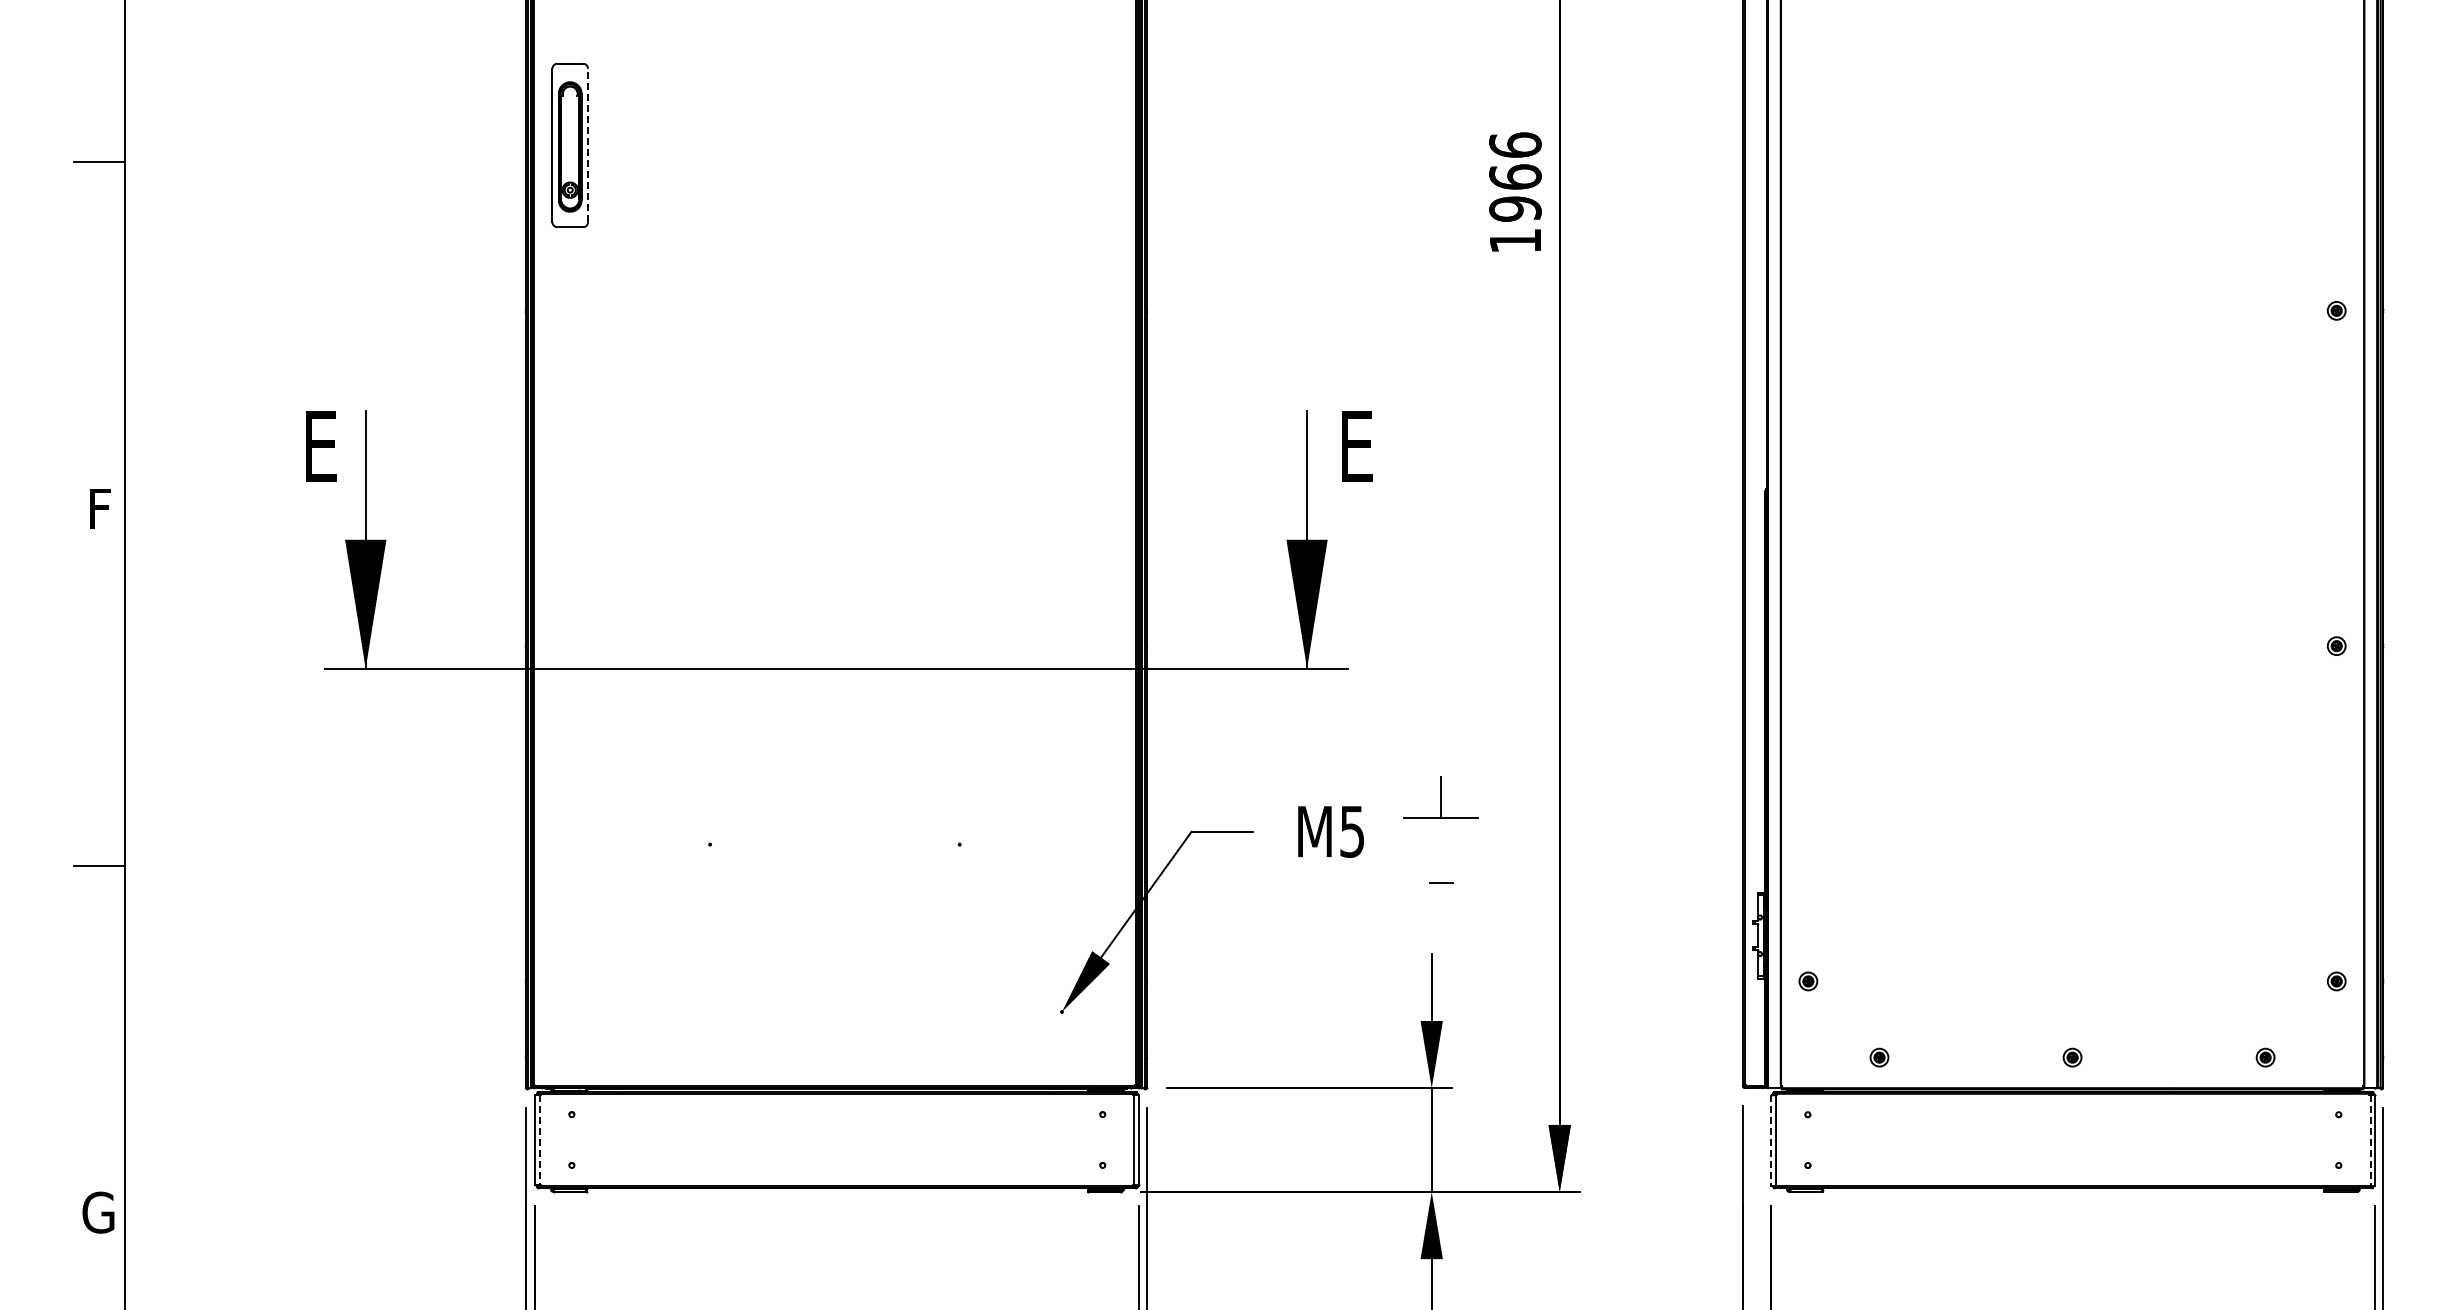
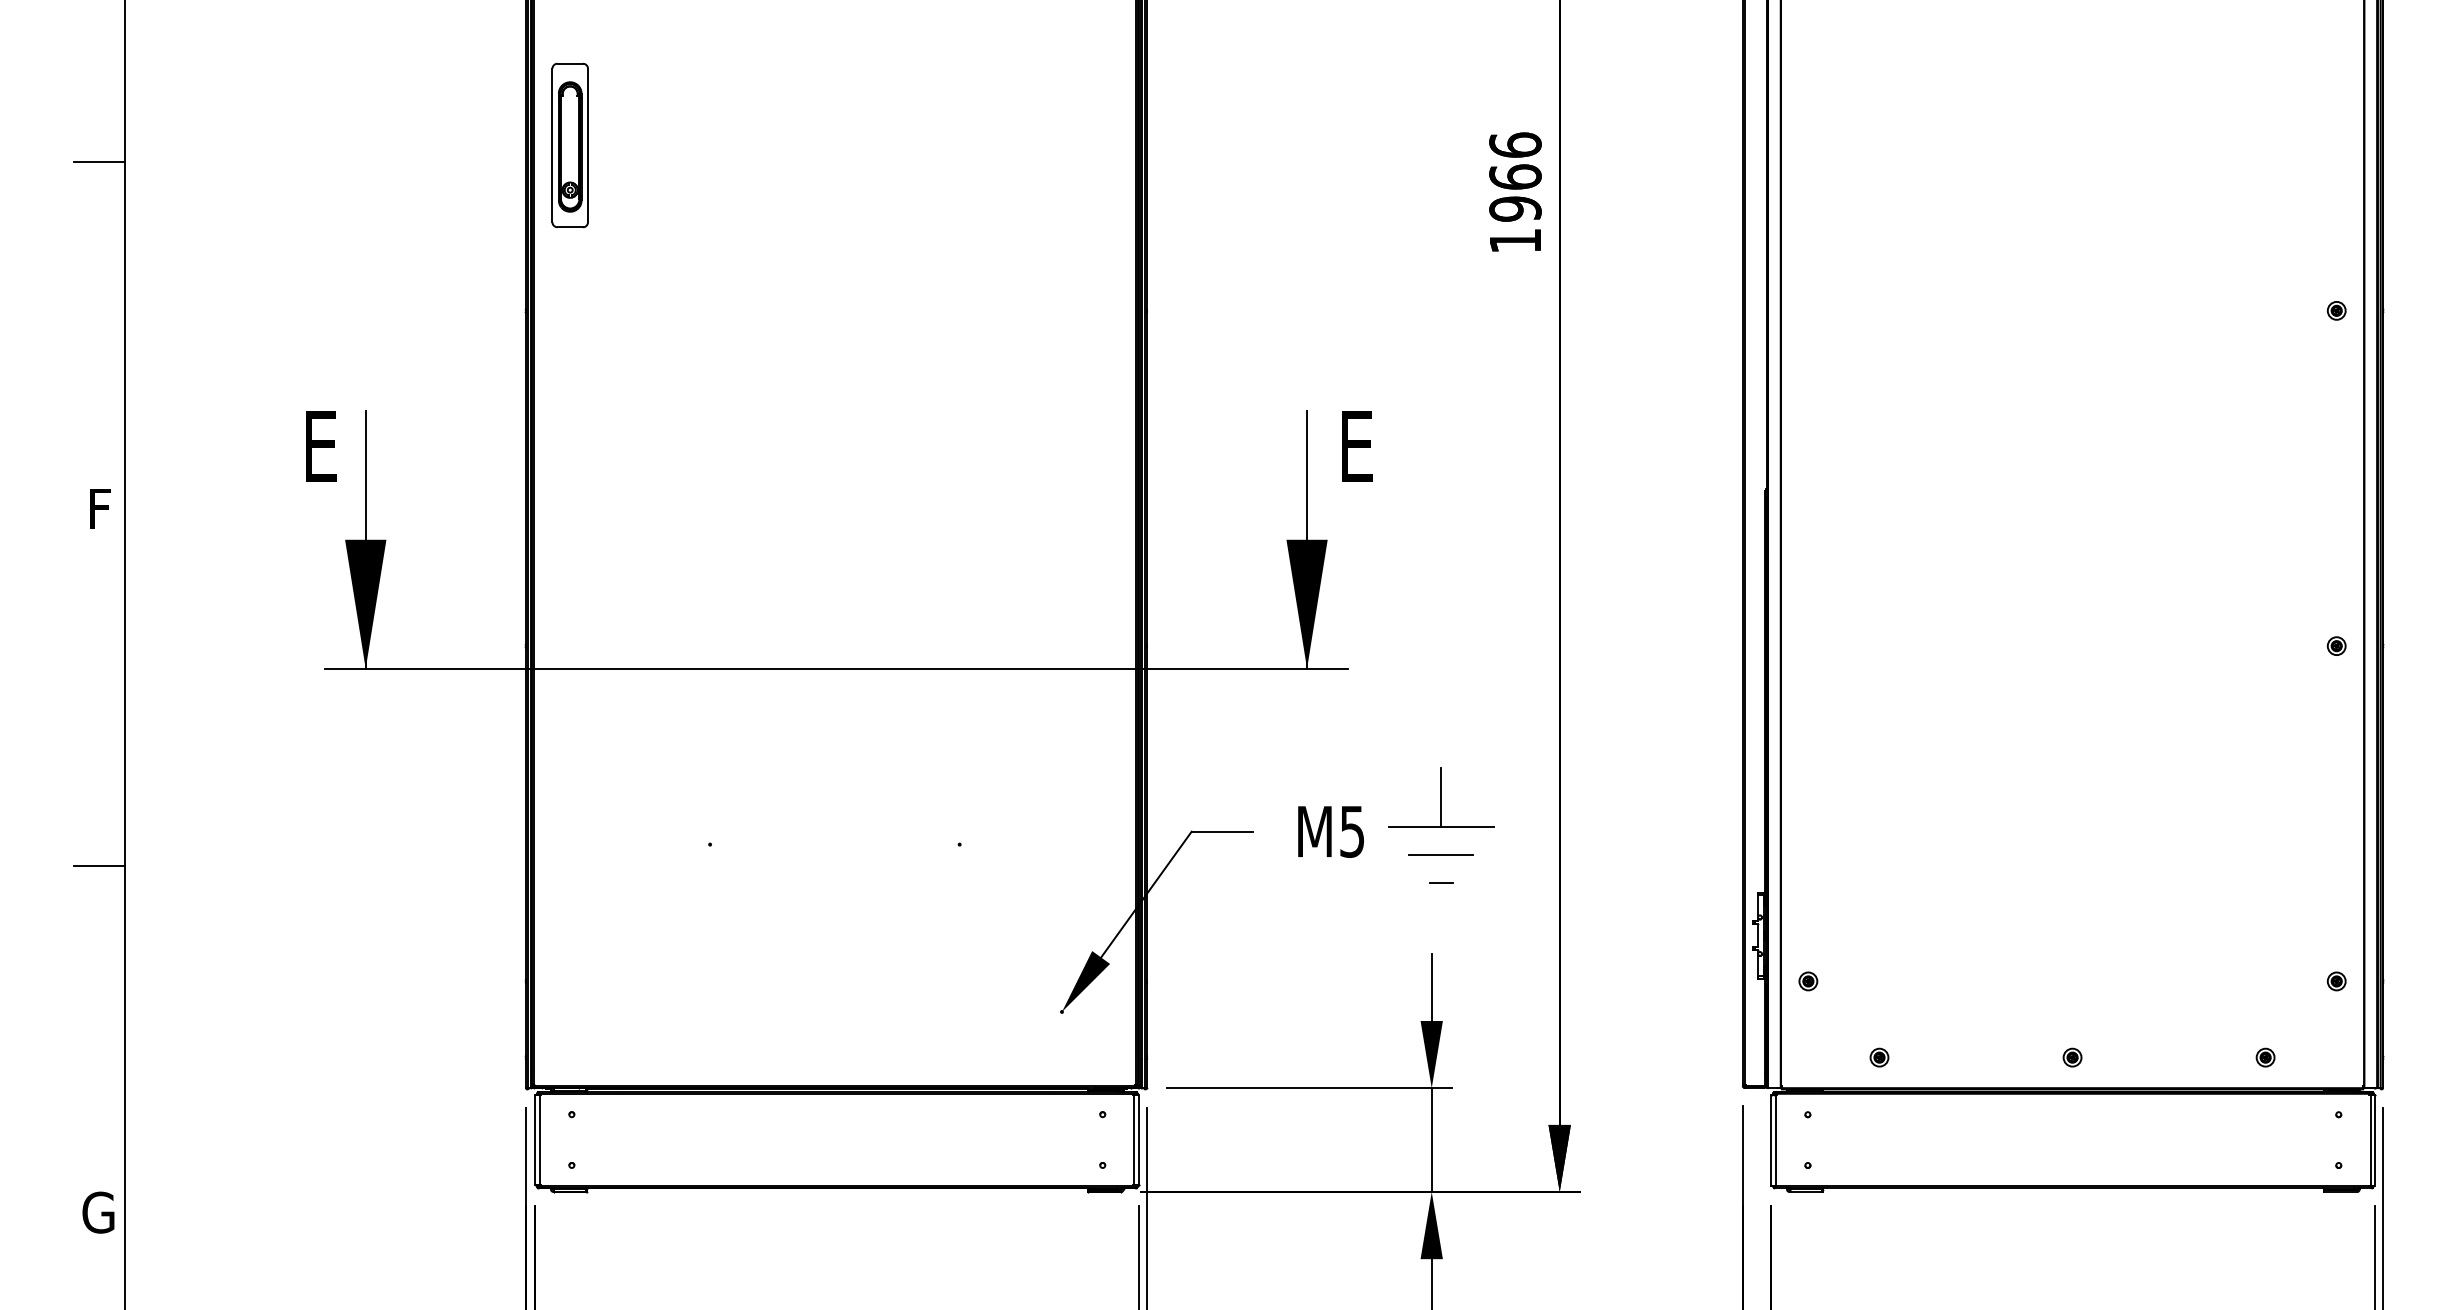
line at (588, 145): dashed -> solid
part at (1440, 797) size: 76x43 px -> 107x61 px
line at (1441, 855): none -> present
line at (540, 1140): dashed -> solid
line at (1771, 1140): dashed -> solid
line at (2370, 1140): dashed -> solid
